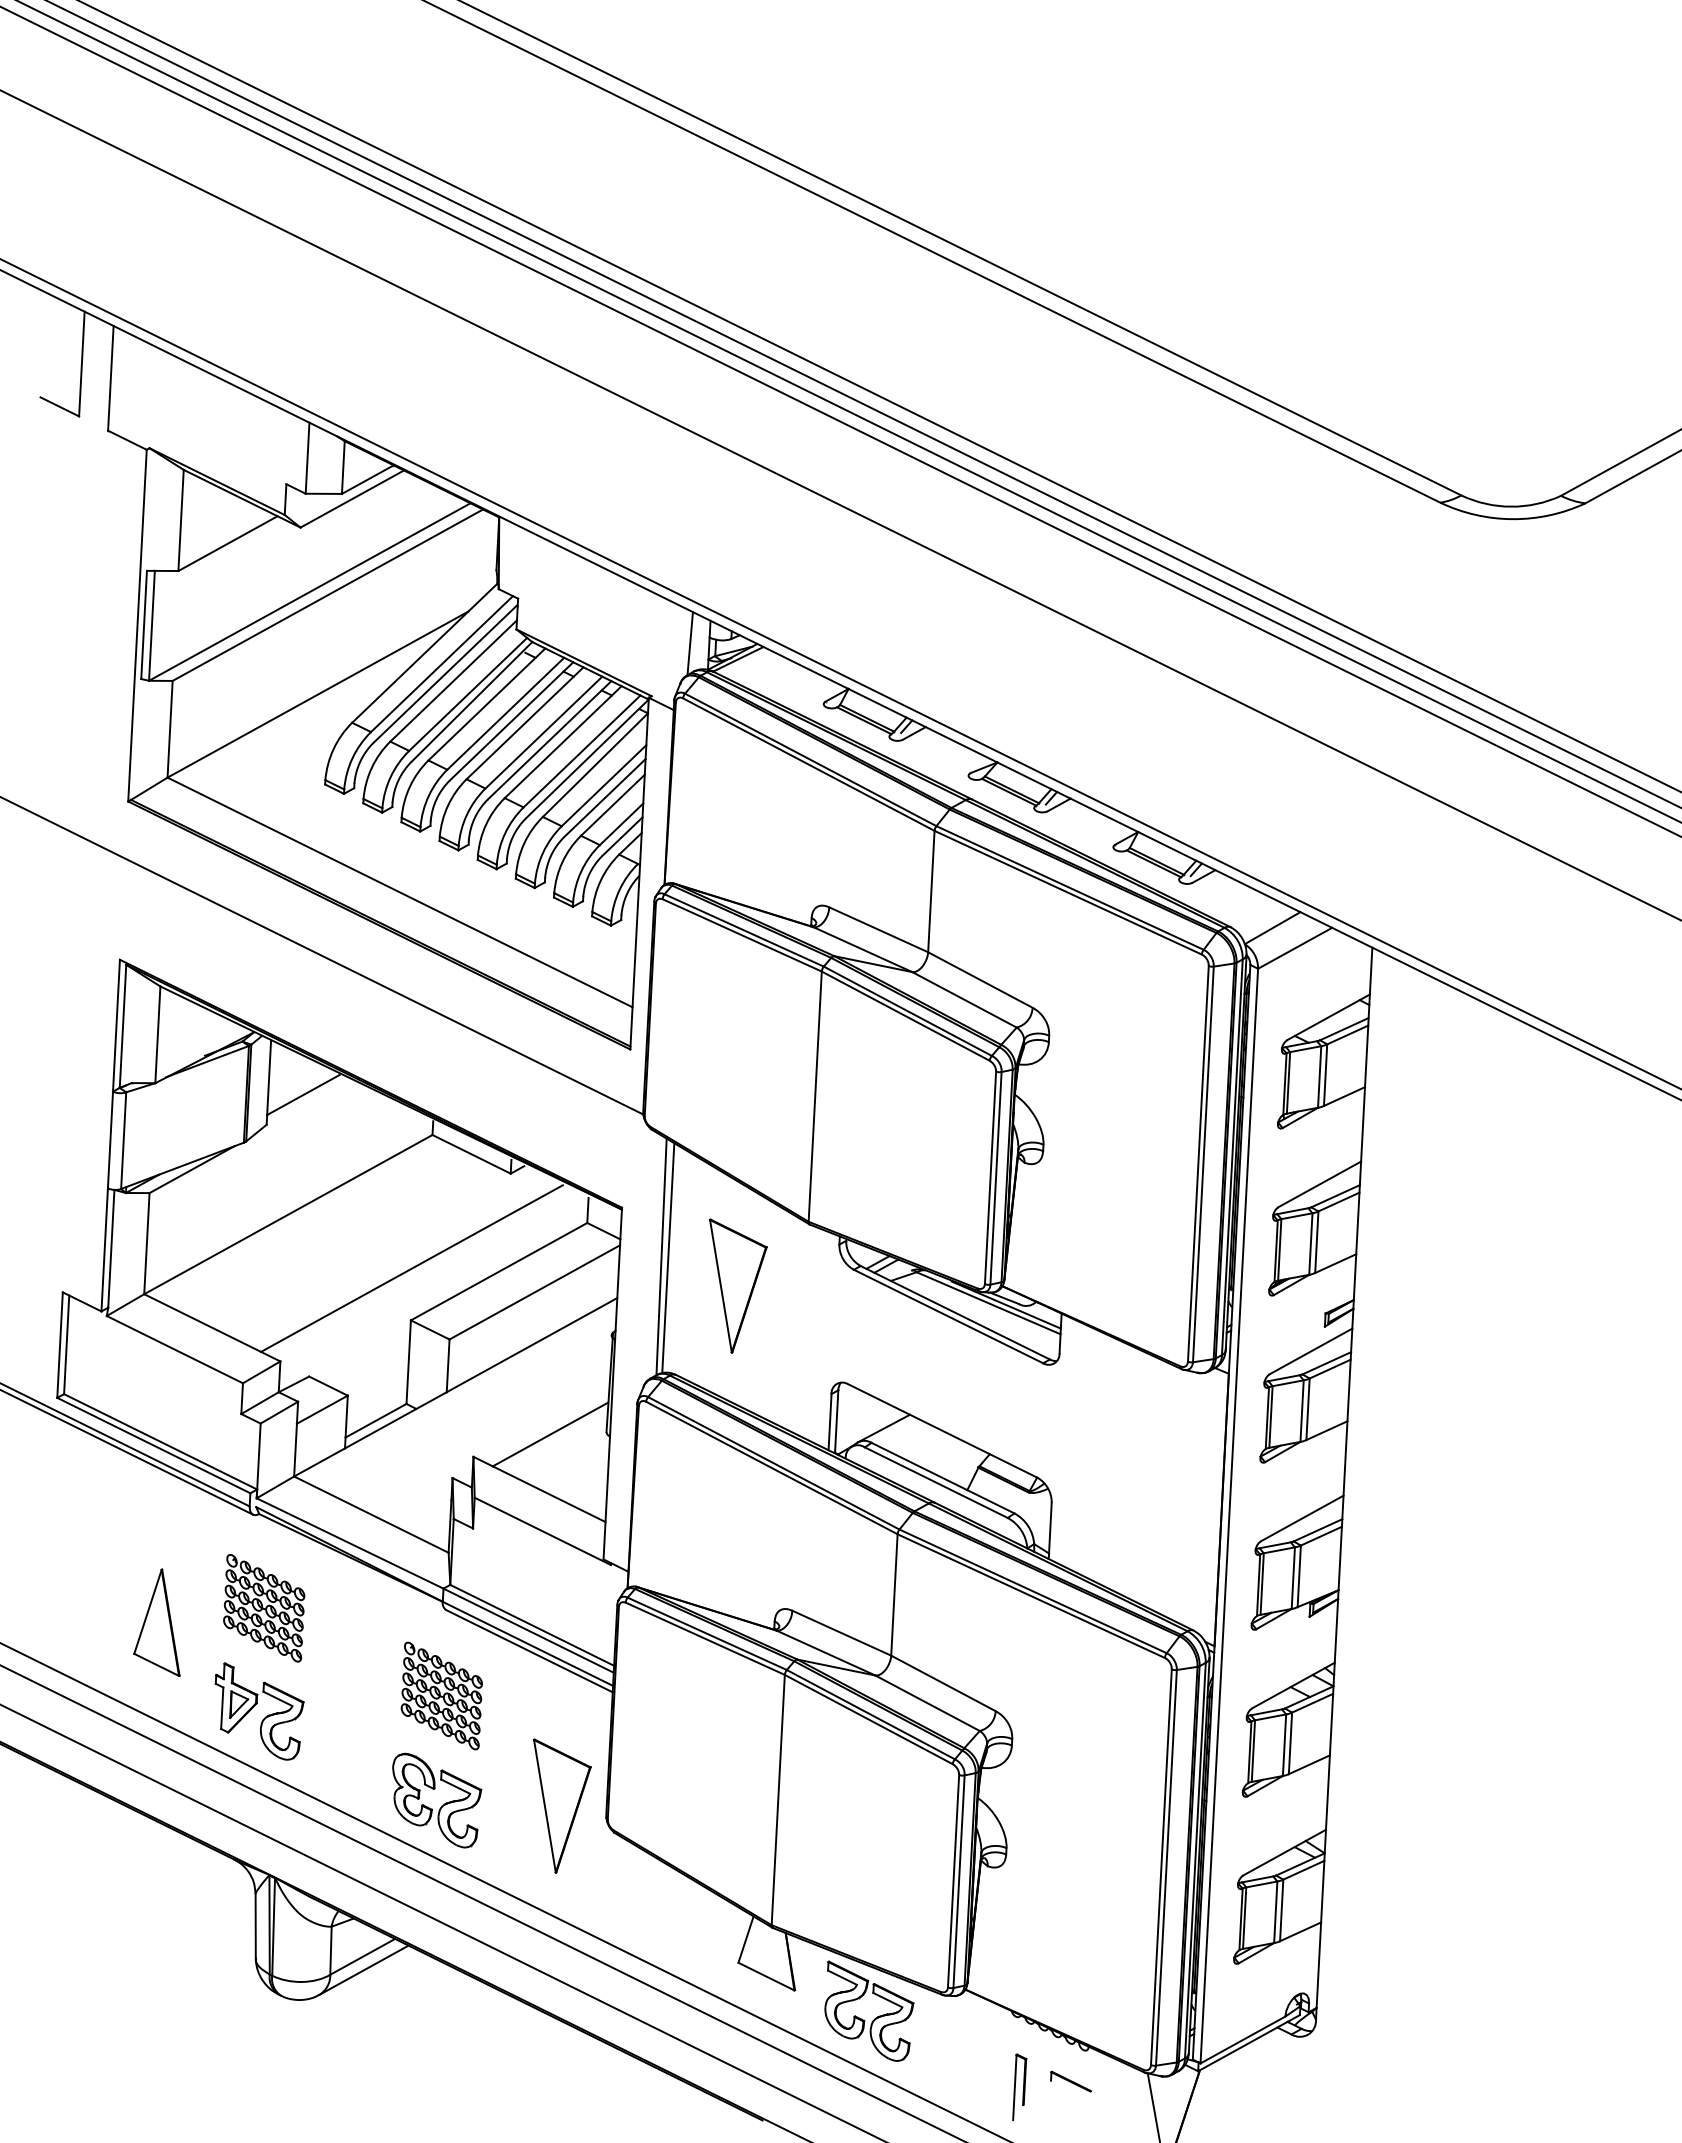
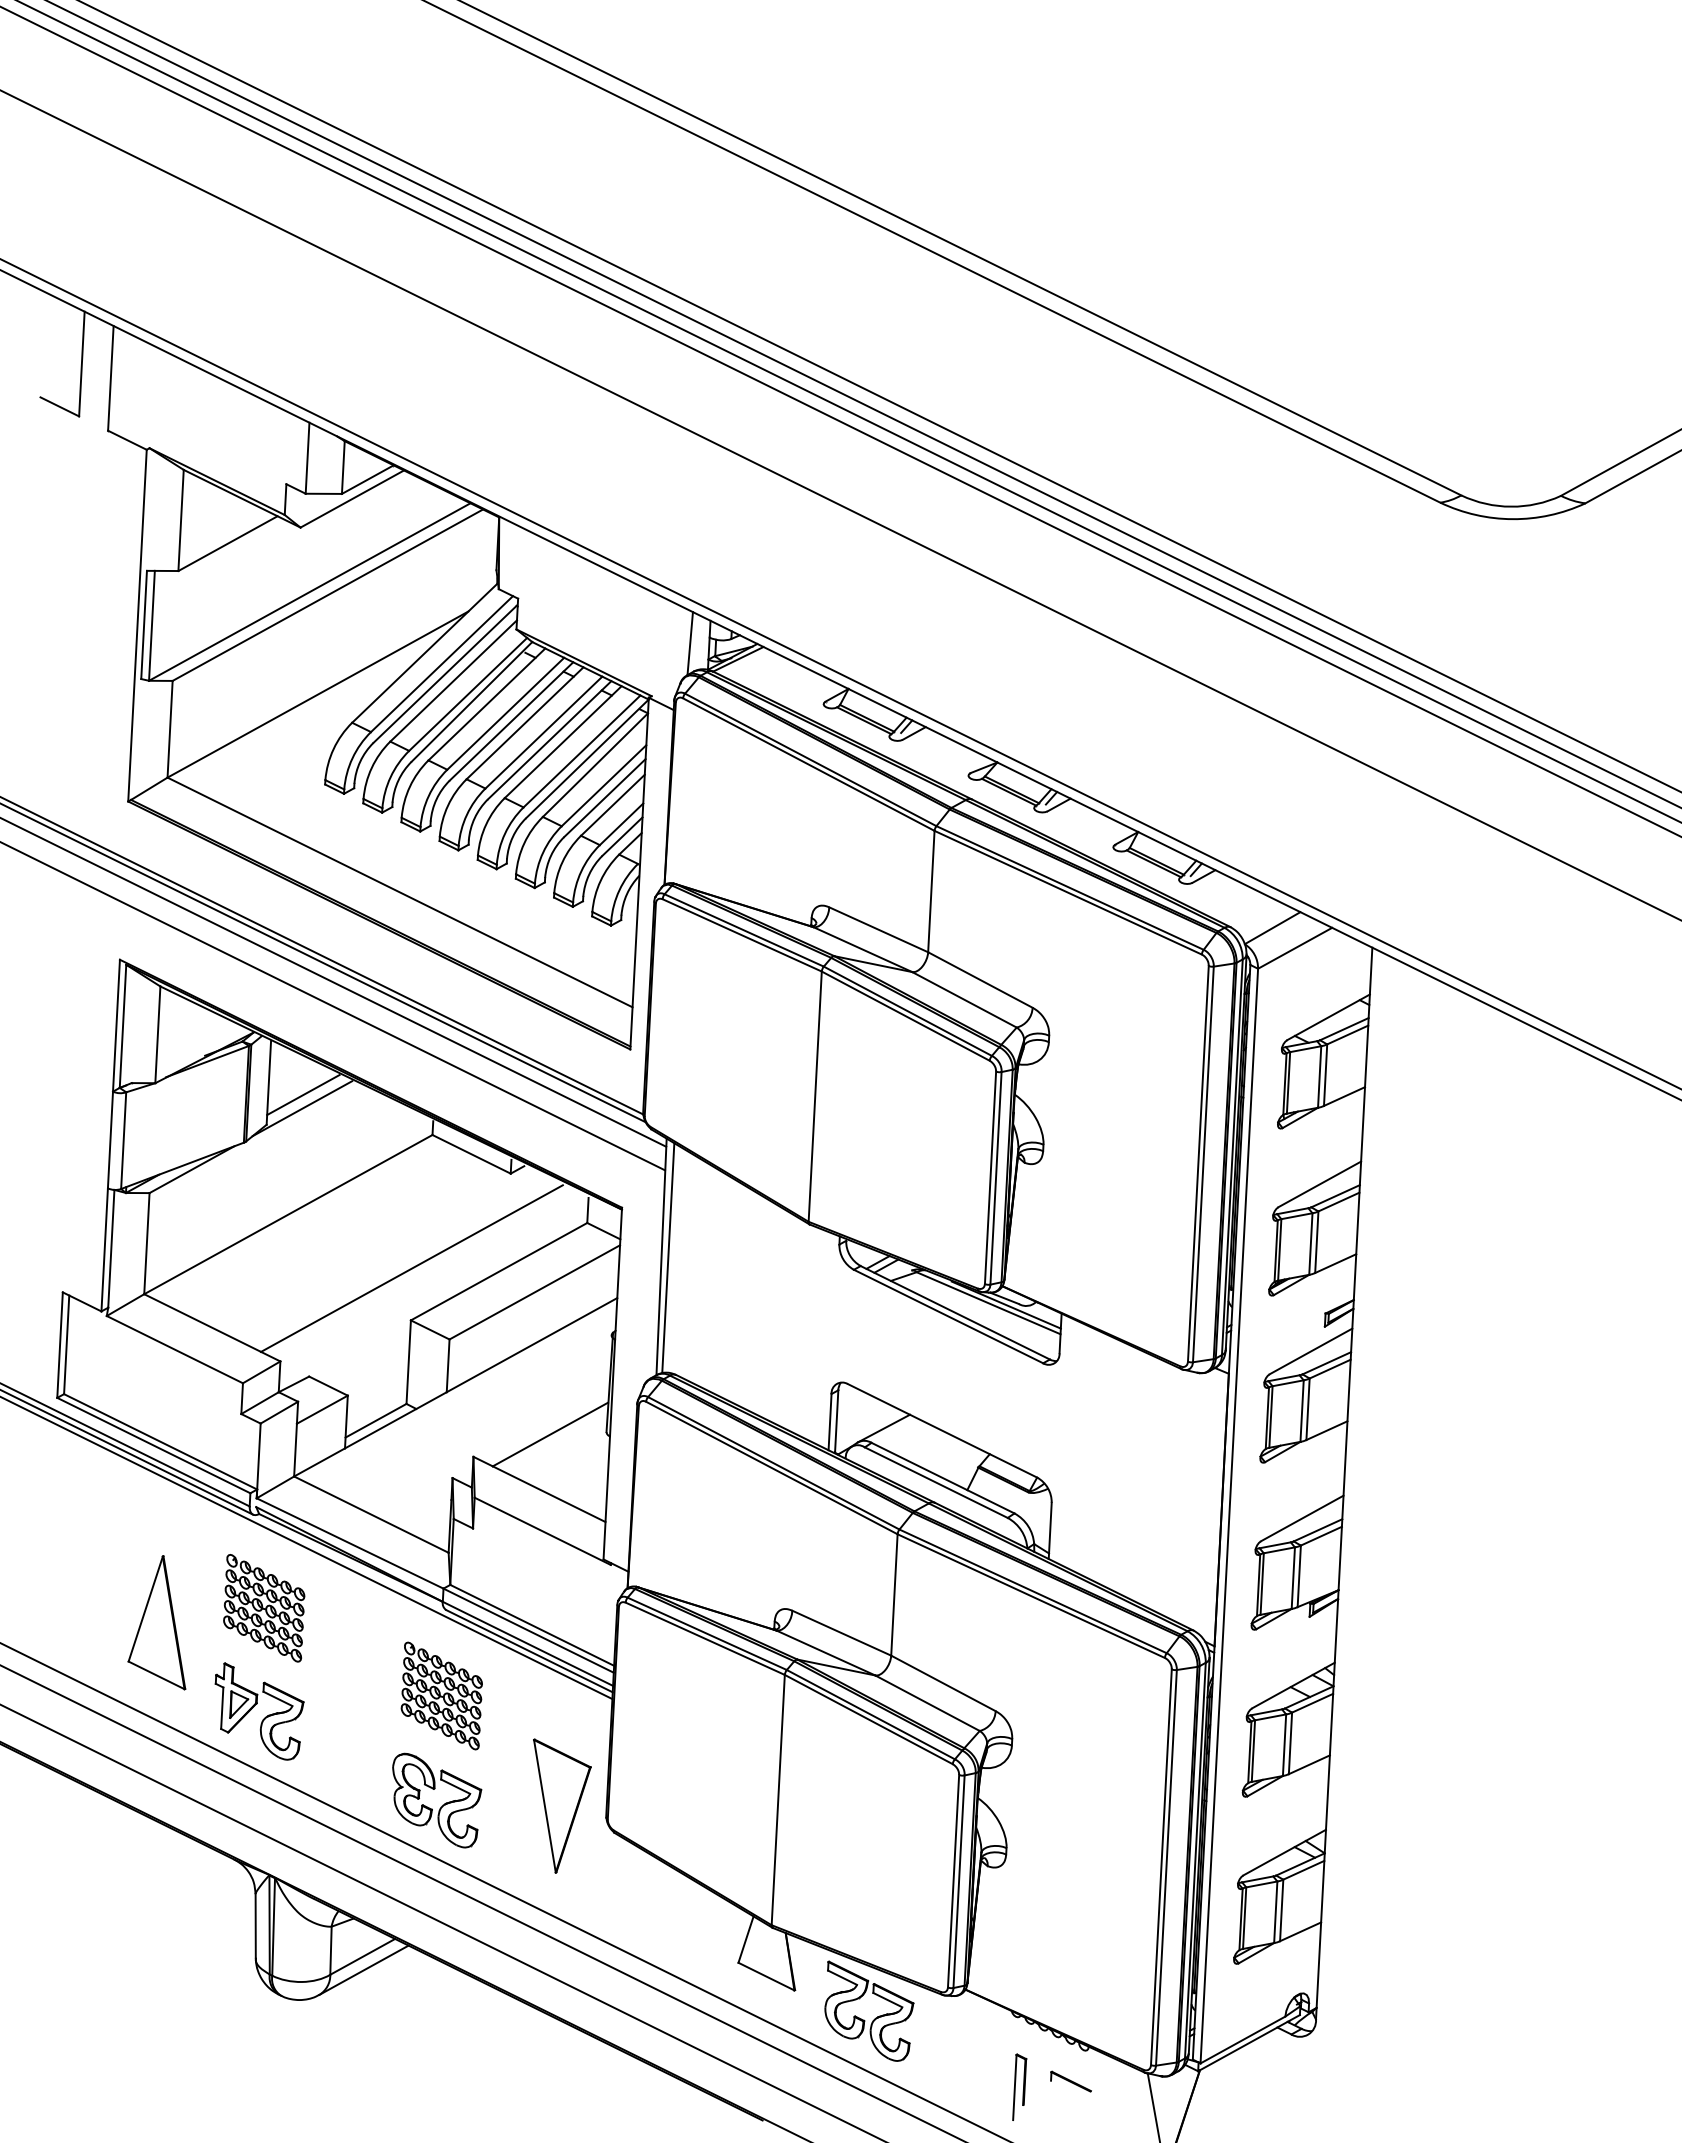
line at (323, 963): none -> present
line at (334, 982): none -> present
line at (333, 1006): none -> present
line at (302, 1108): none -> present
part at (738, 1285): present -> none
line at (307, 1548): none -> present
part at (156, 1622) size: 48x109 px -> 60x136 px
